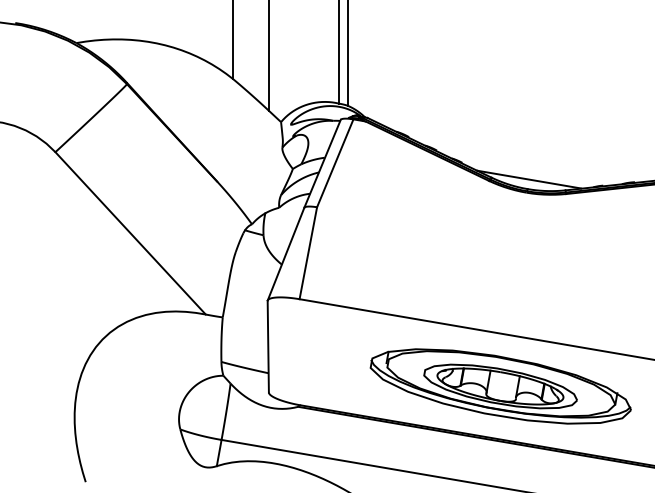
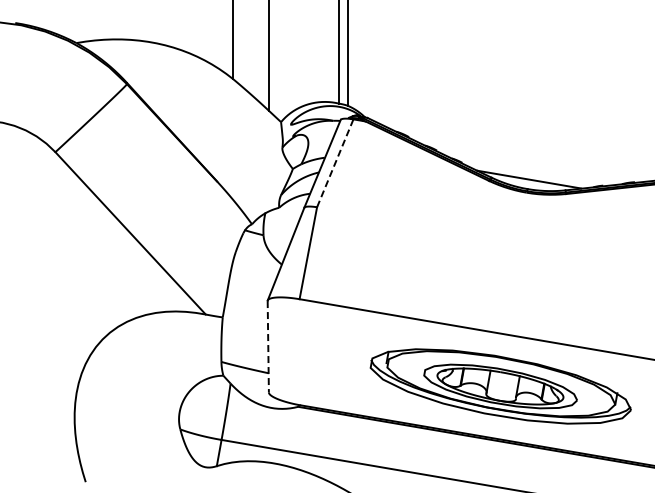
line at (335, 163): solid -> dashed
line at (268, 346): solid -> dashed
